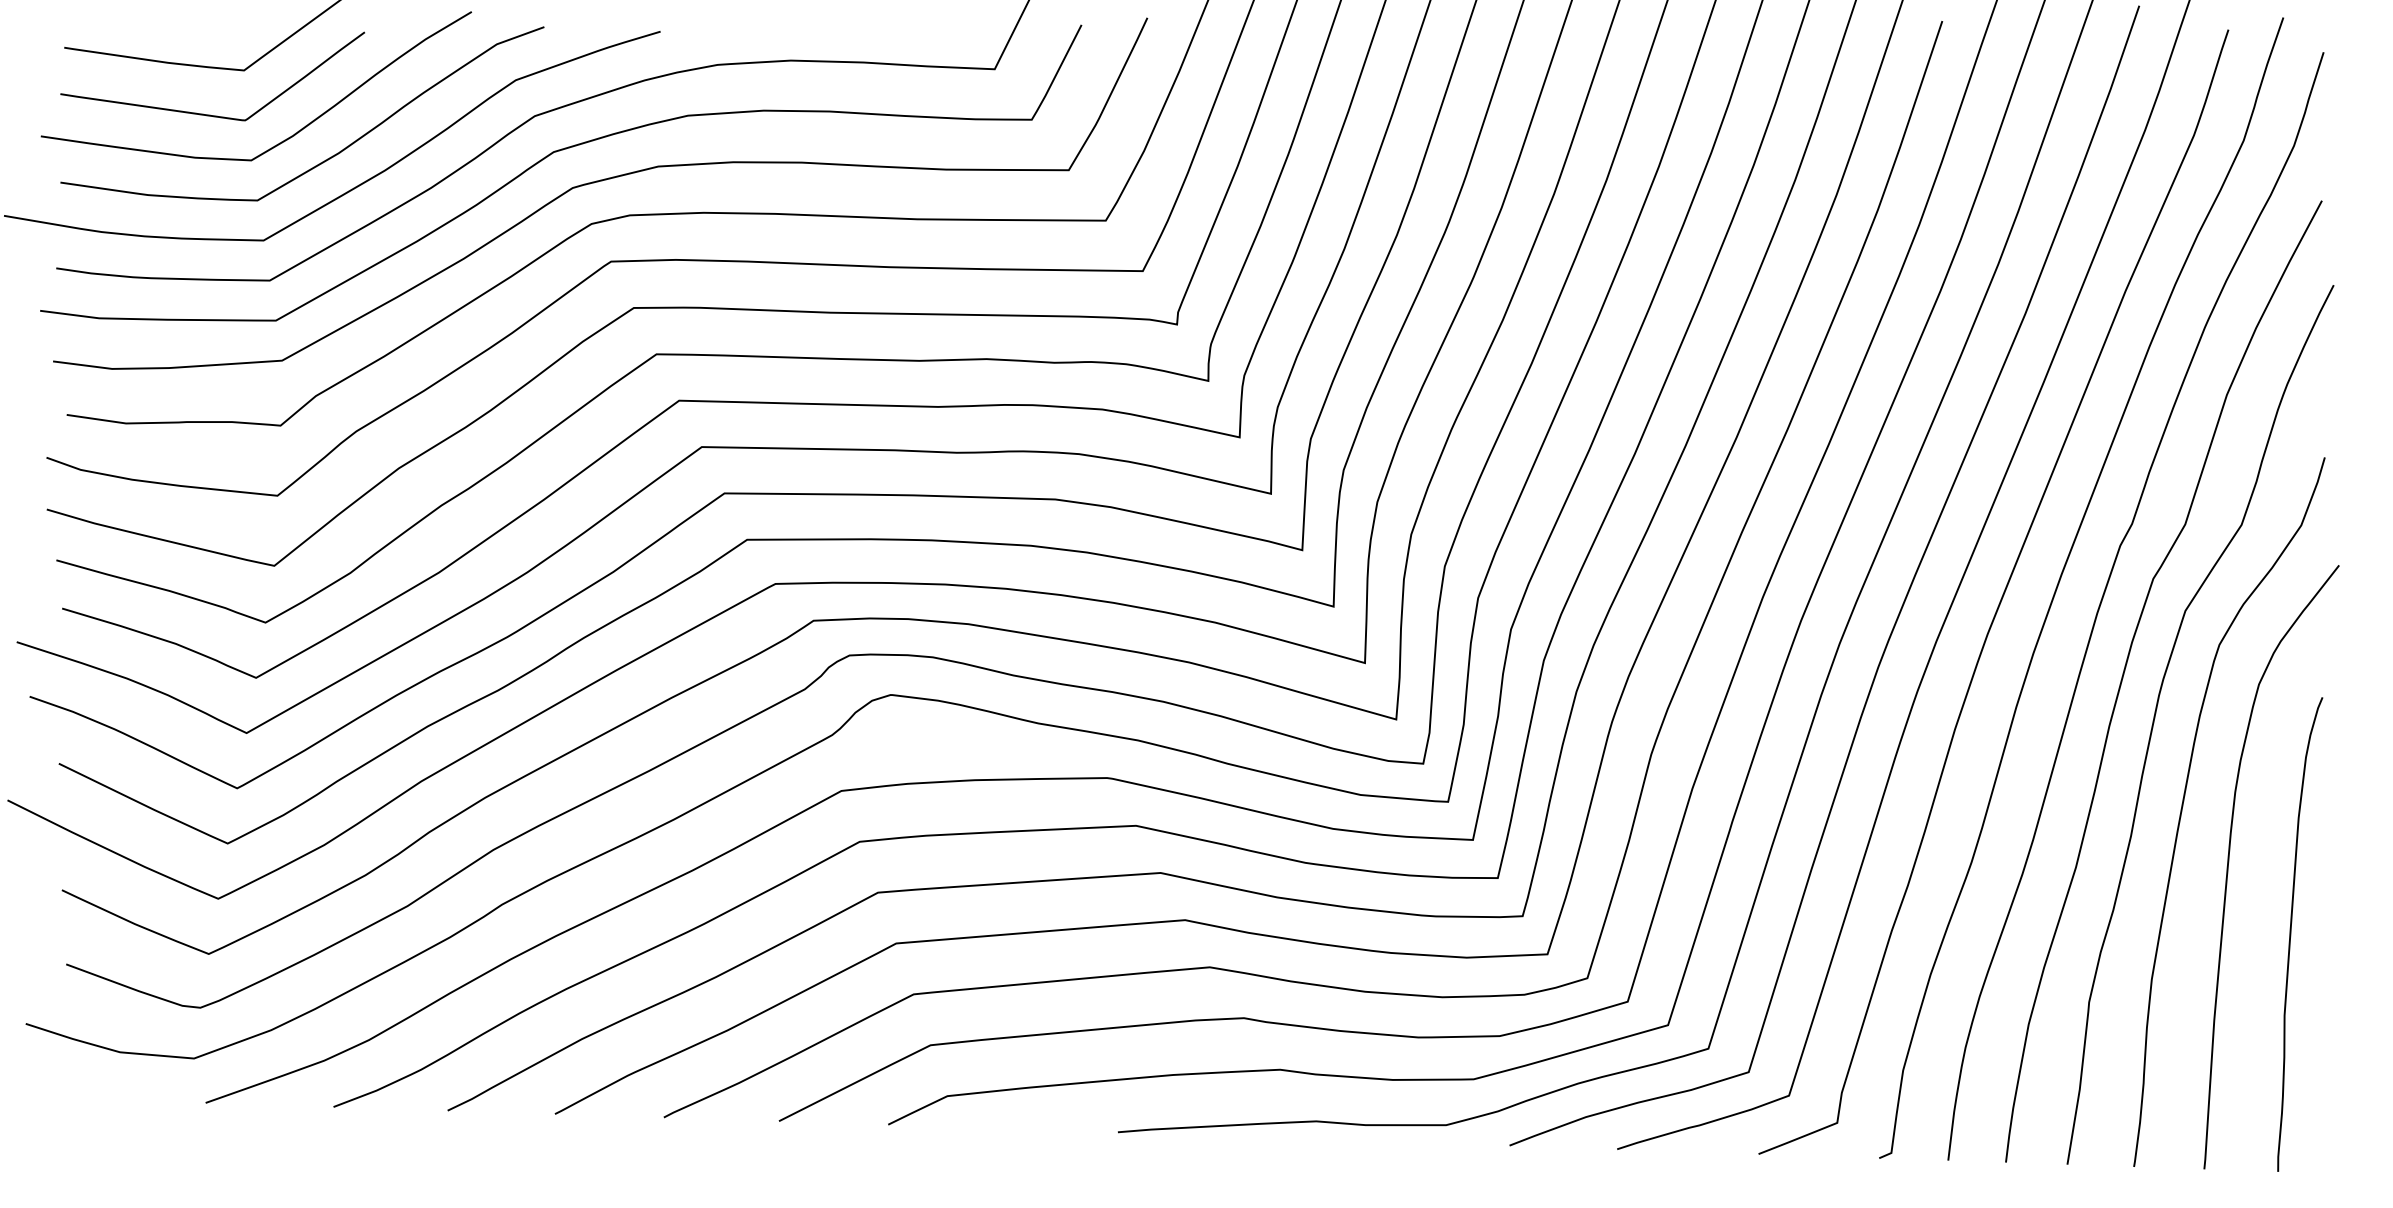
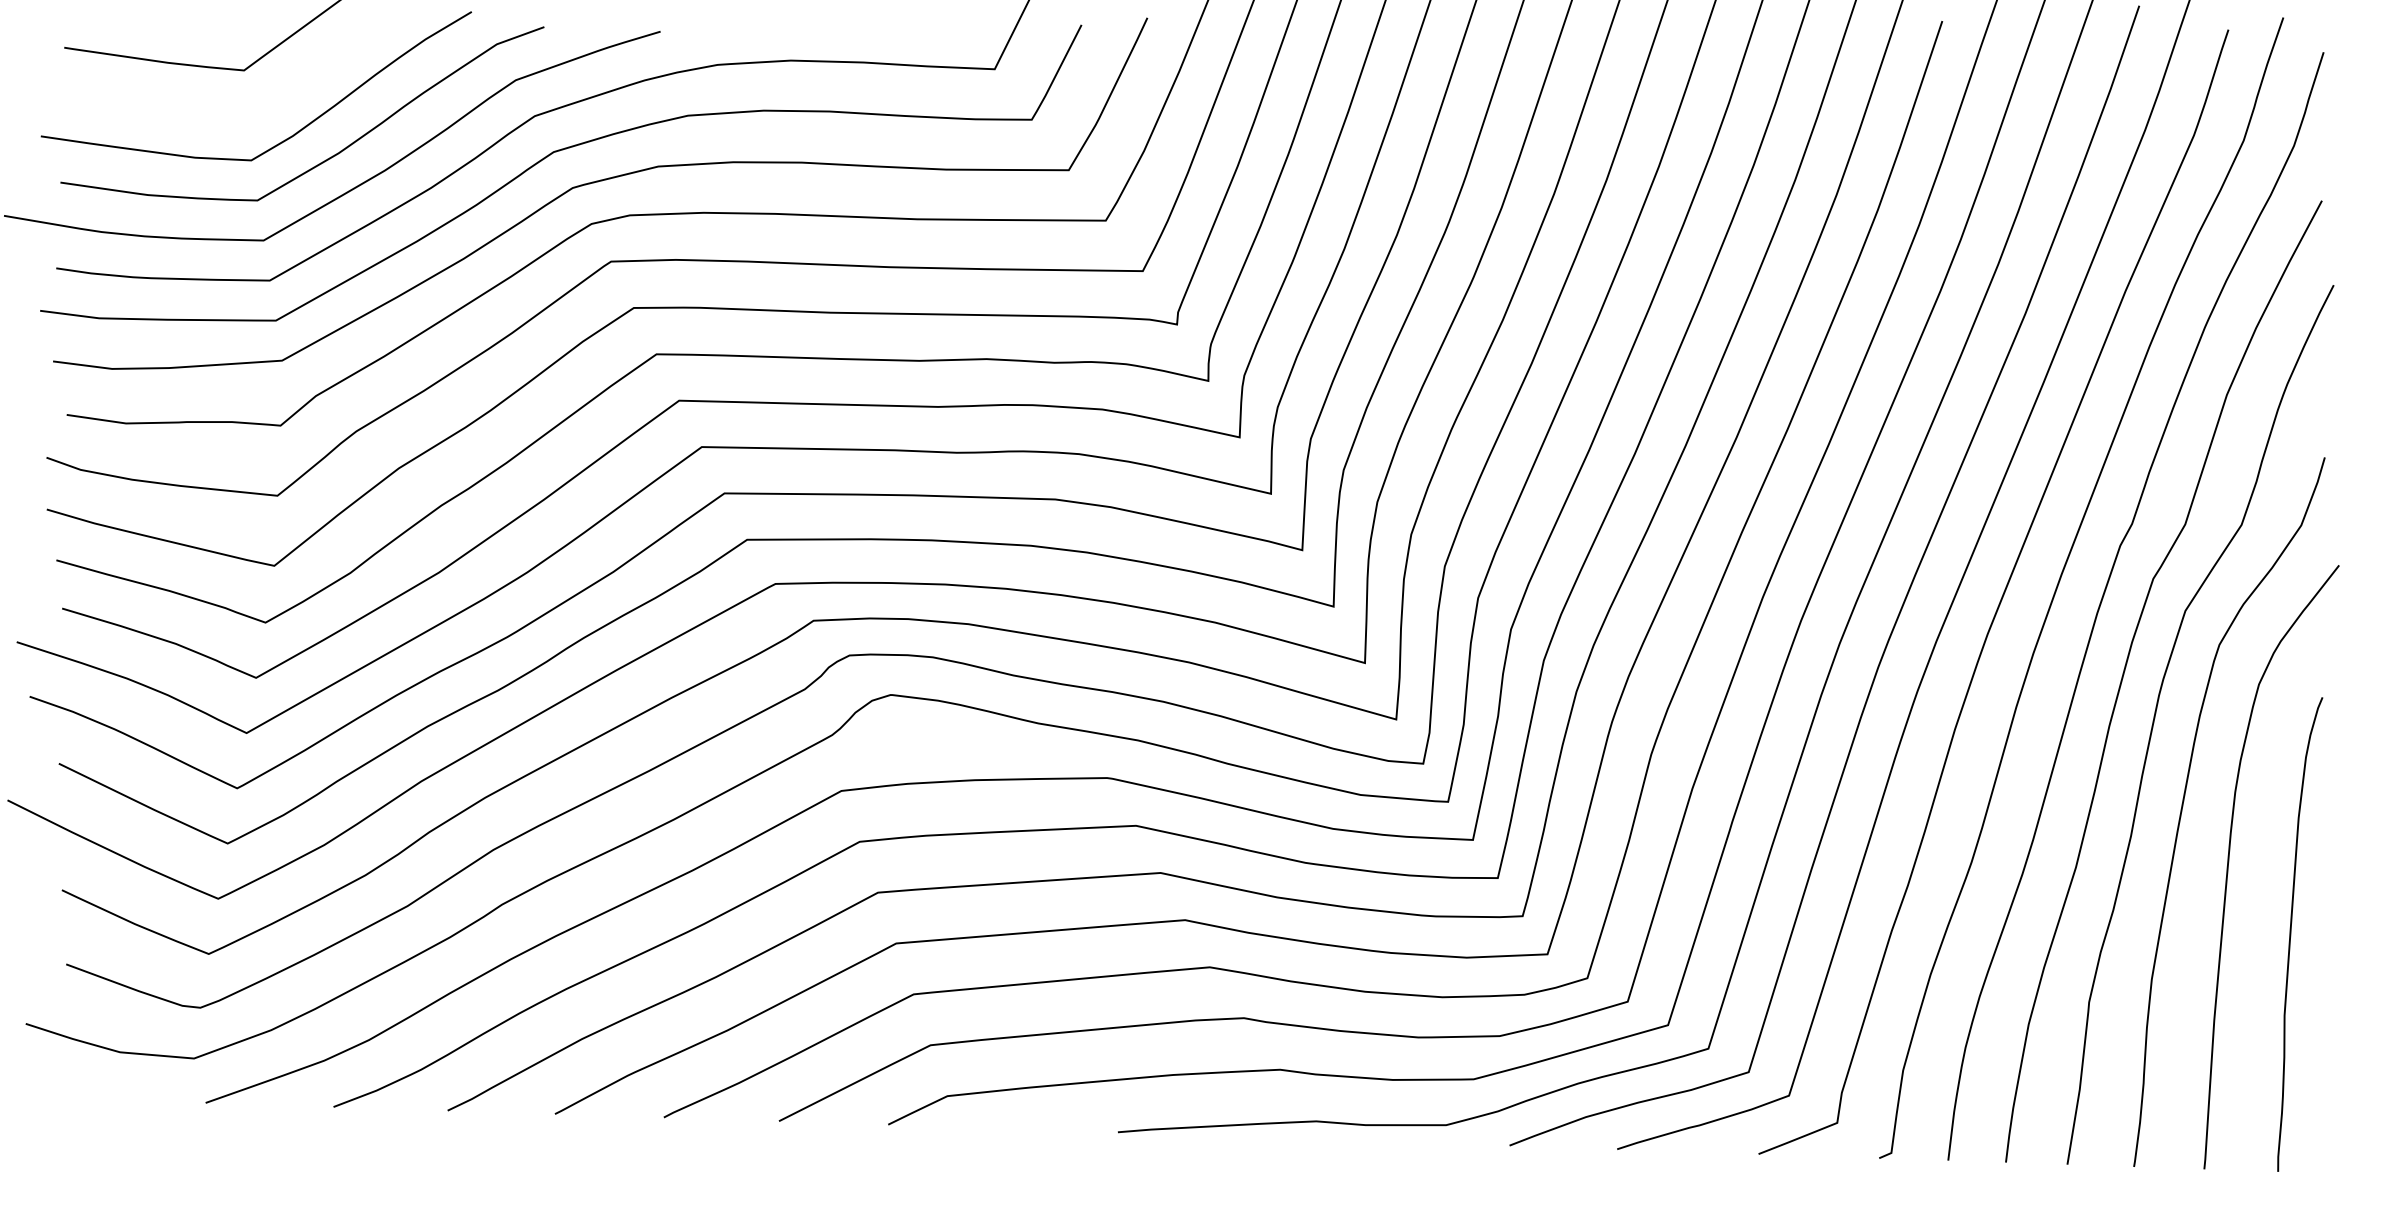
curve at (210, 114): present -> none
